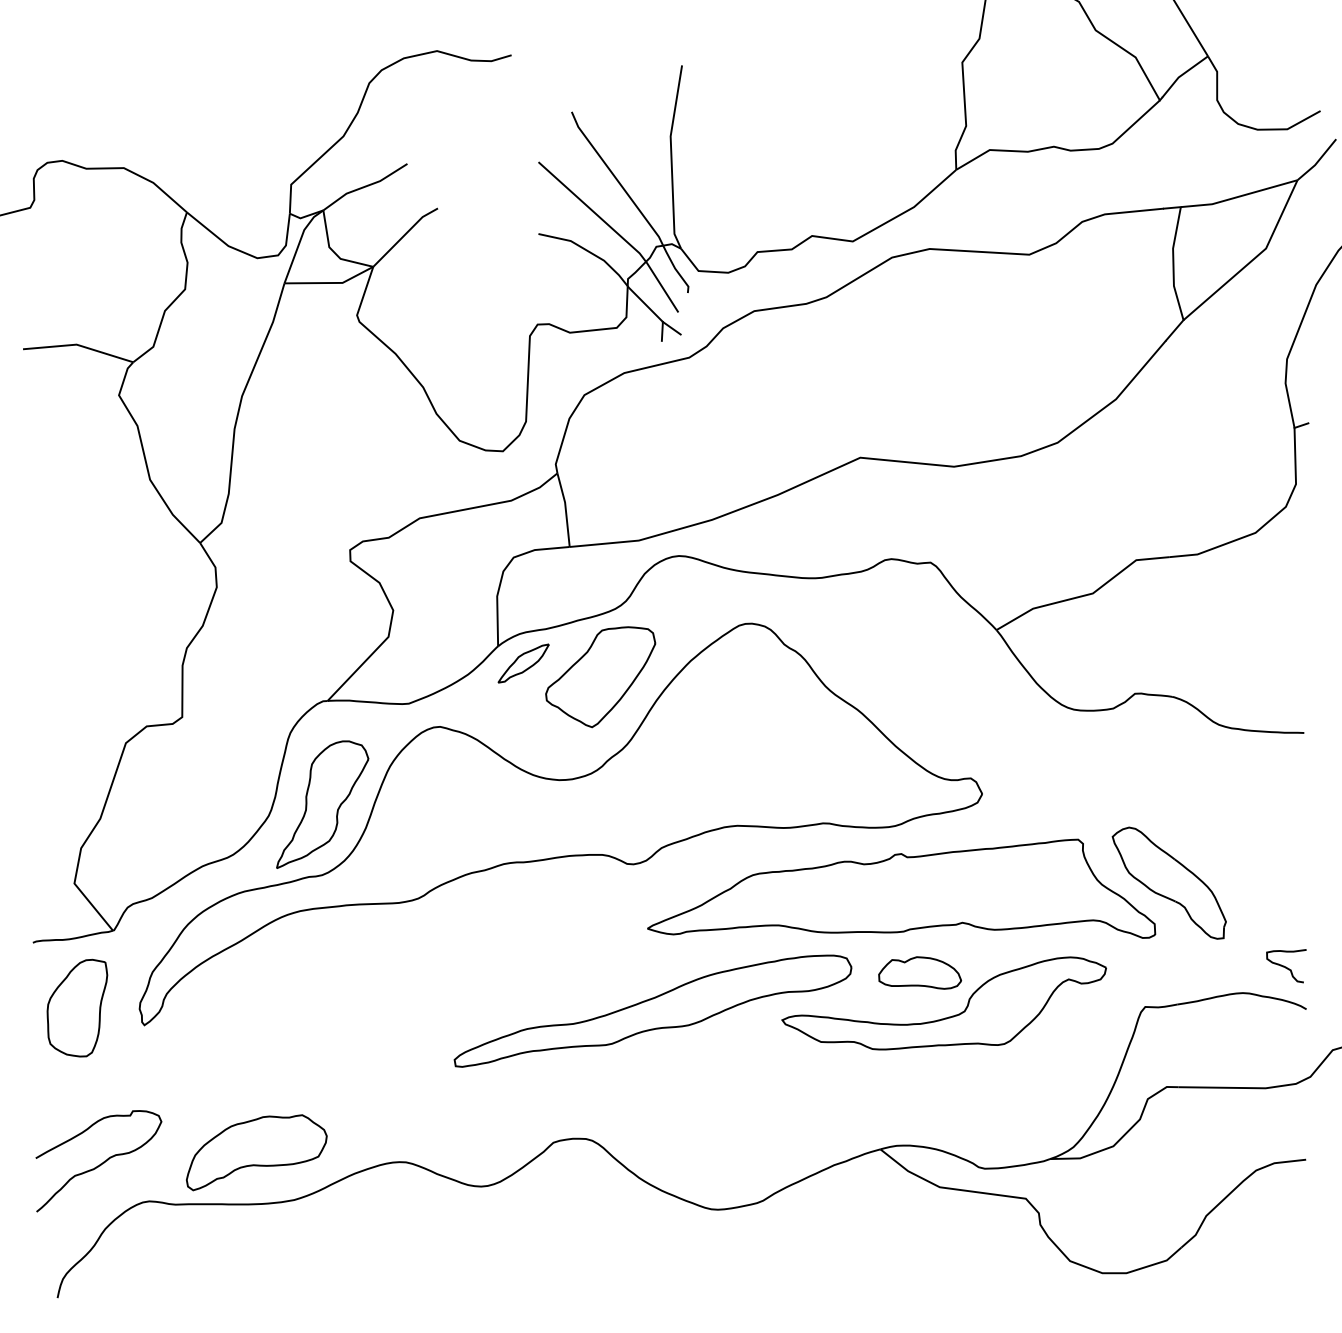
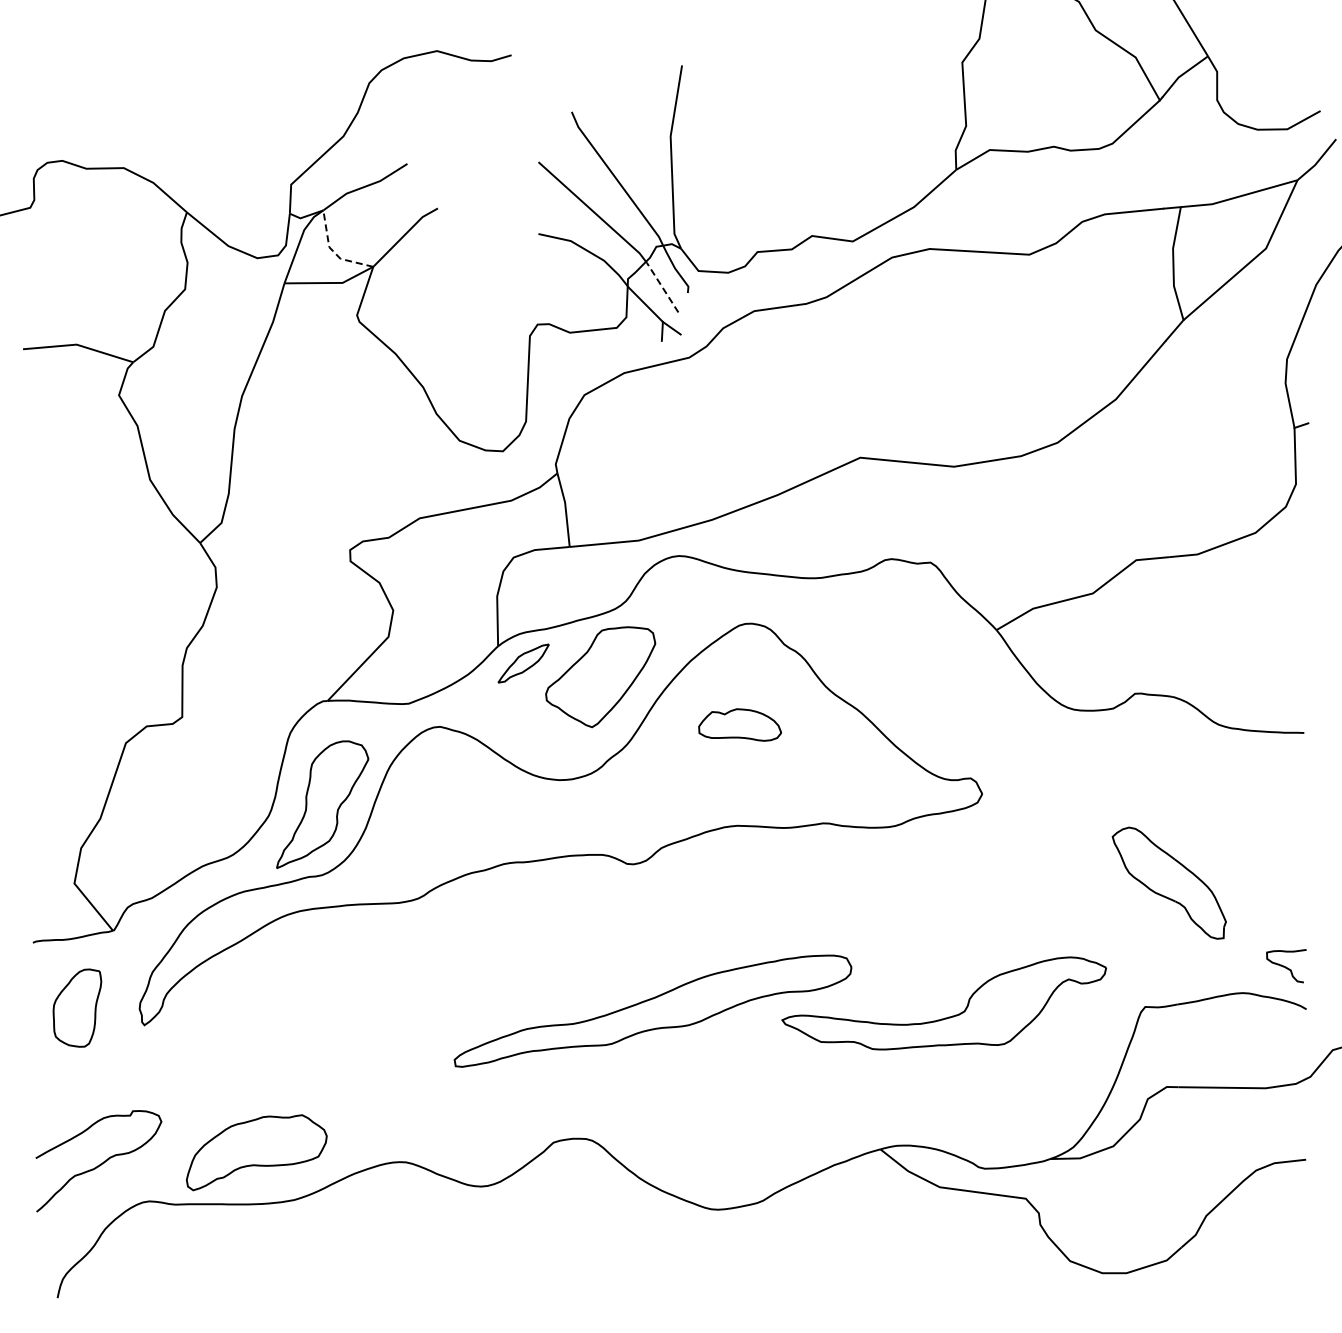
line at (333, 251): solid -> dashed
line at (661, 286): solid -> dashed
part at (901, 888): present -> none
part at (920, 972) position: (920, 972) -> (740, 724)
part at (77, 1007) size: 63x100 px -> 51x80 px
